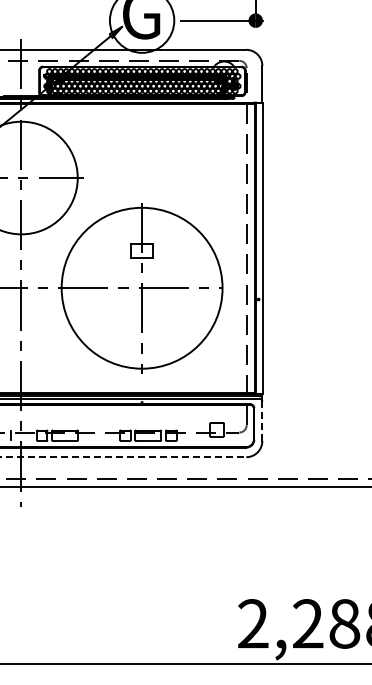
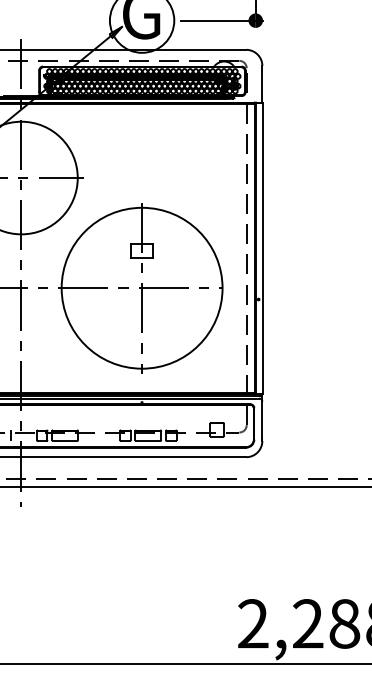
line at (262, 421): dashed -> solid
line at (123, 457): dashed -> solid
